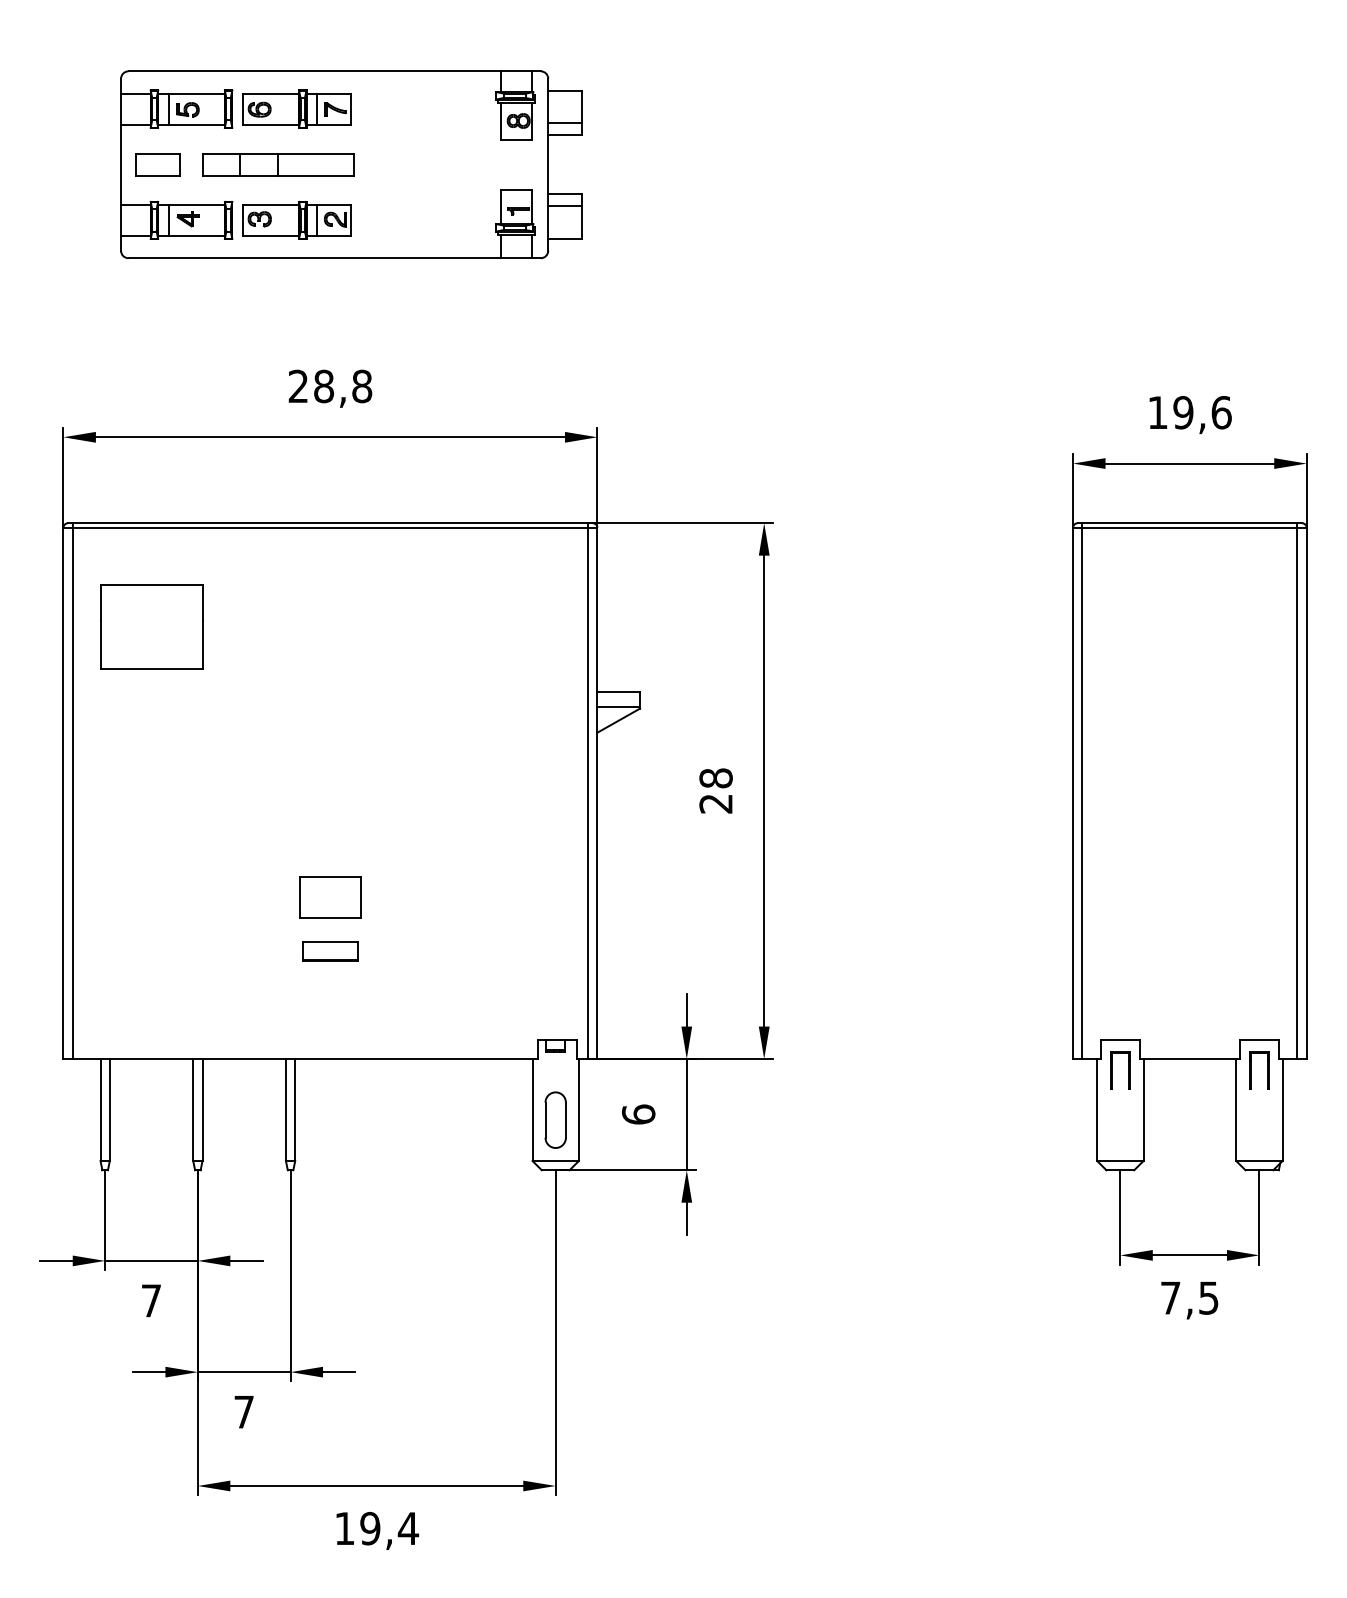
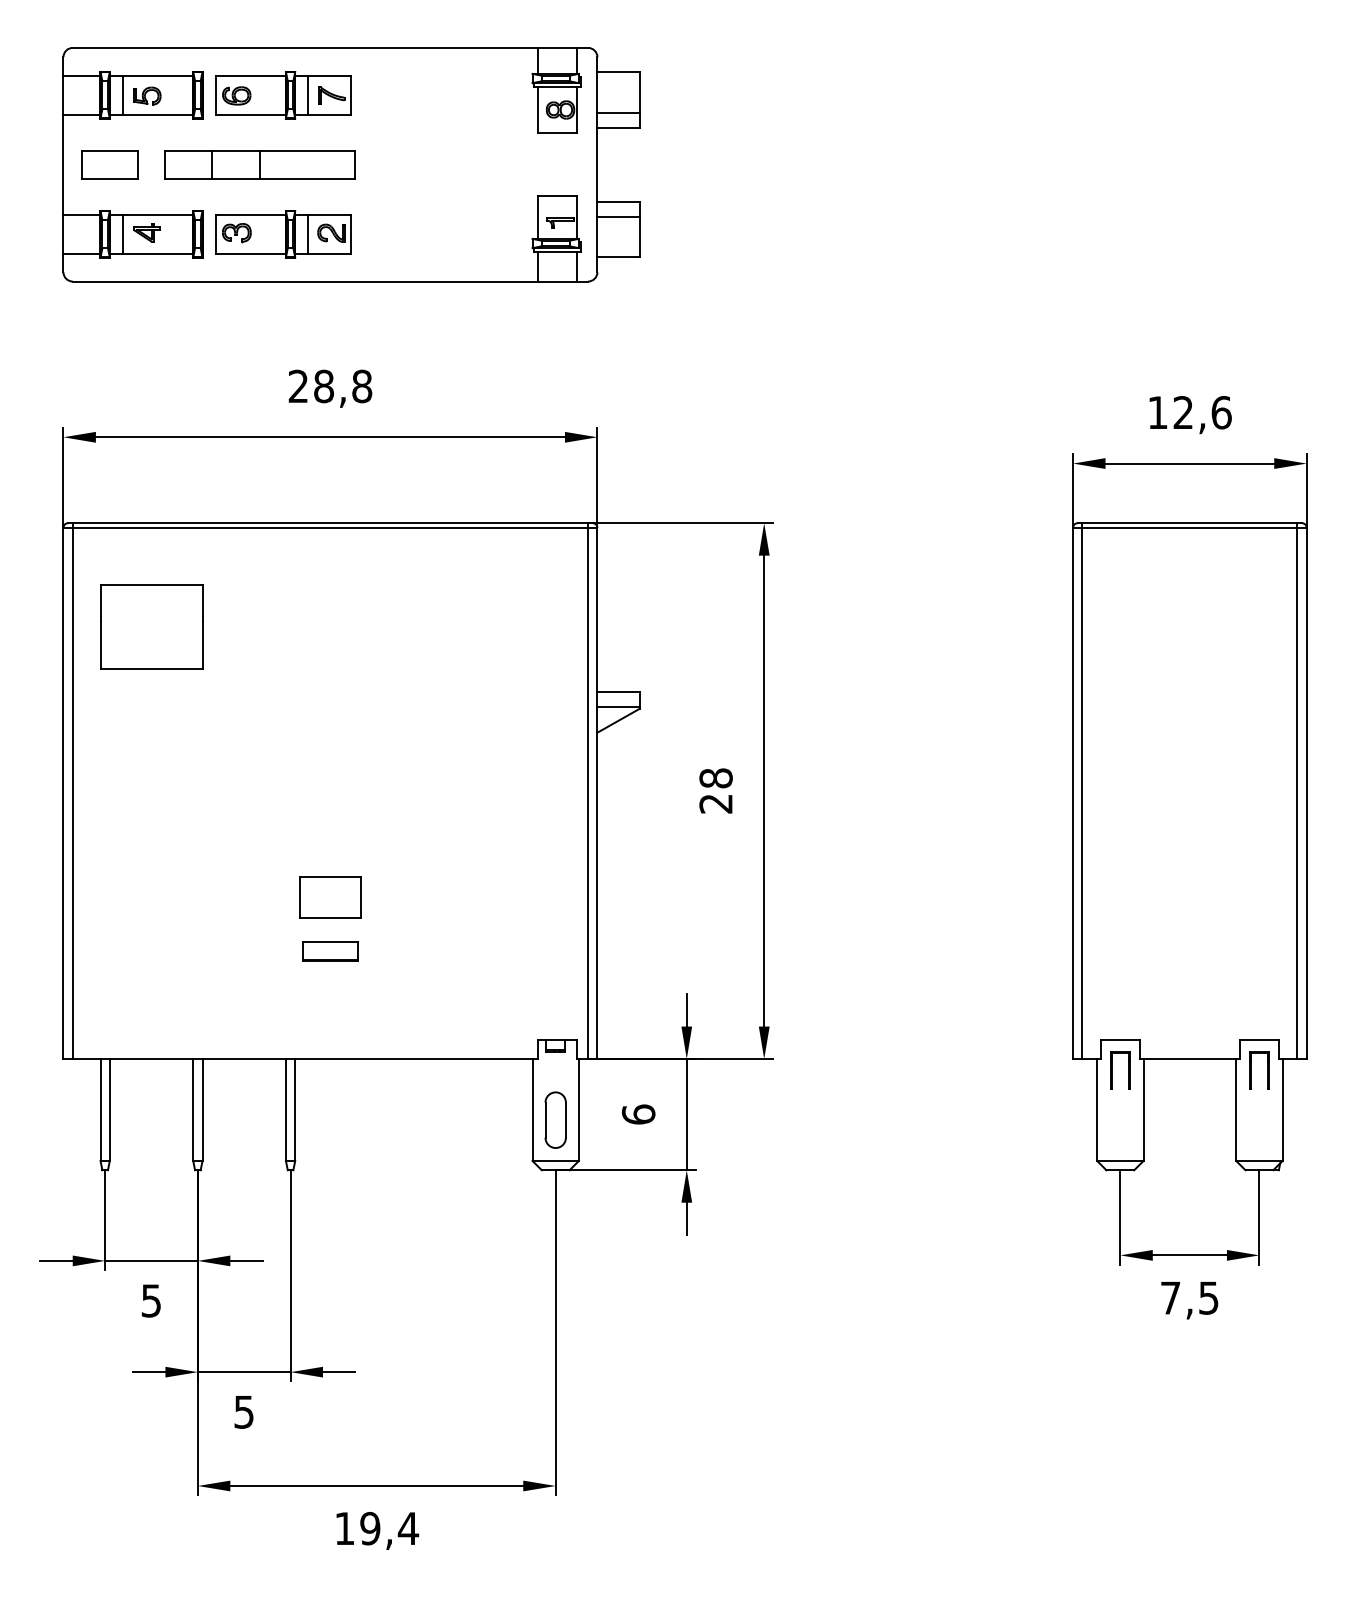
part at (351, 164) size: 463x190 px -> 579x236 px
text at (1183, 412): 19,6 -> 12,6
text at (150, 1300): 7 -> 5
text at (243, 1412): 7 -> 5
